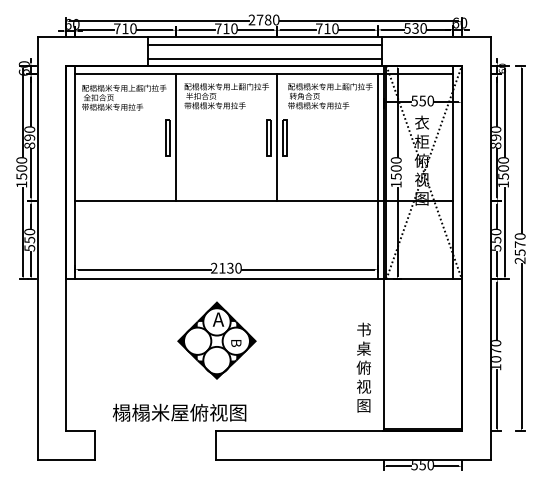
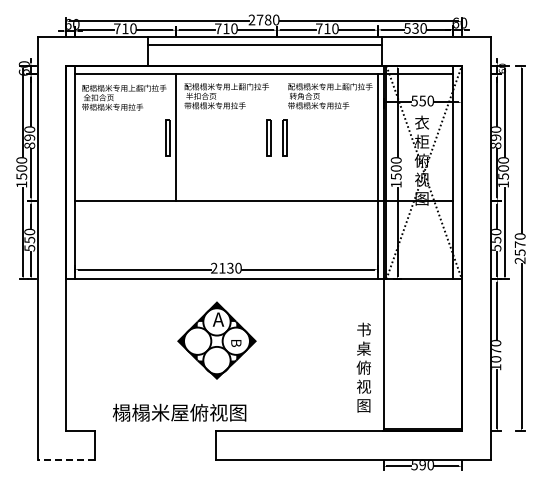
line at (264, 58): present -> none
line at (276, 137): present -> none
line at (65, 459): solid -> dashed
text at (422, 465): 550 -> 590
